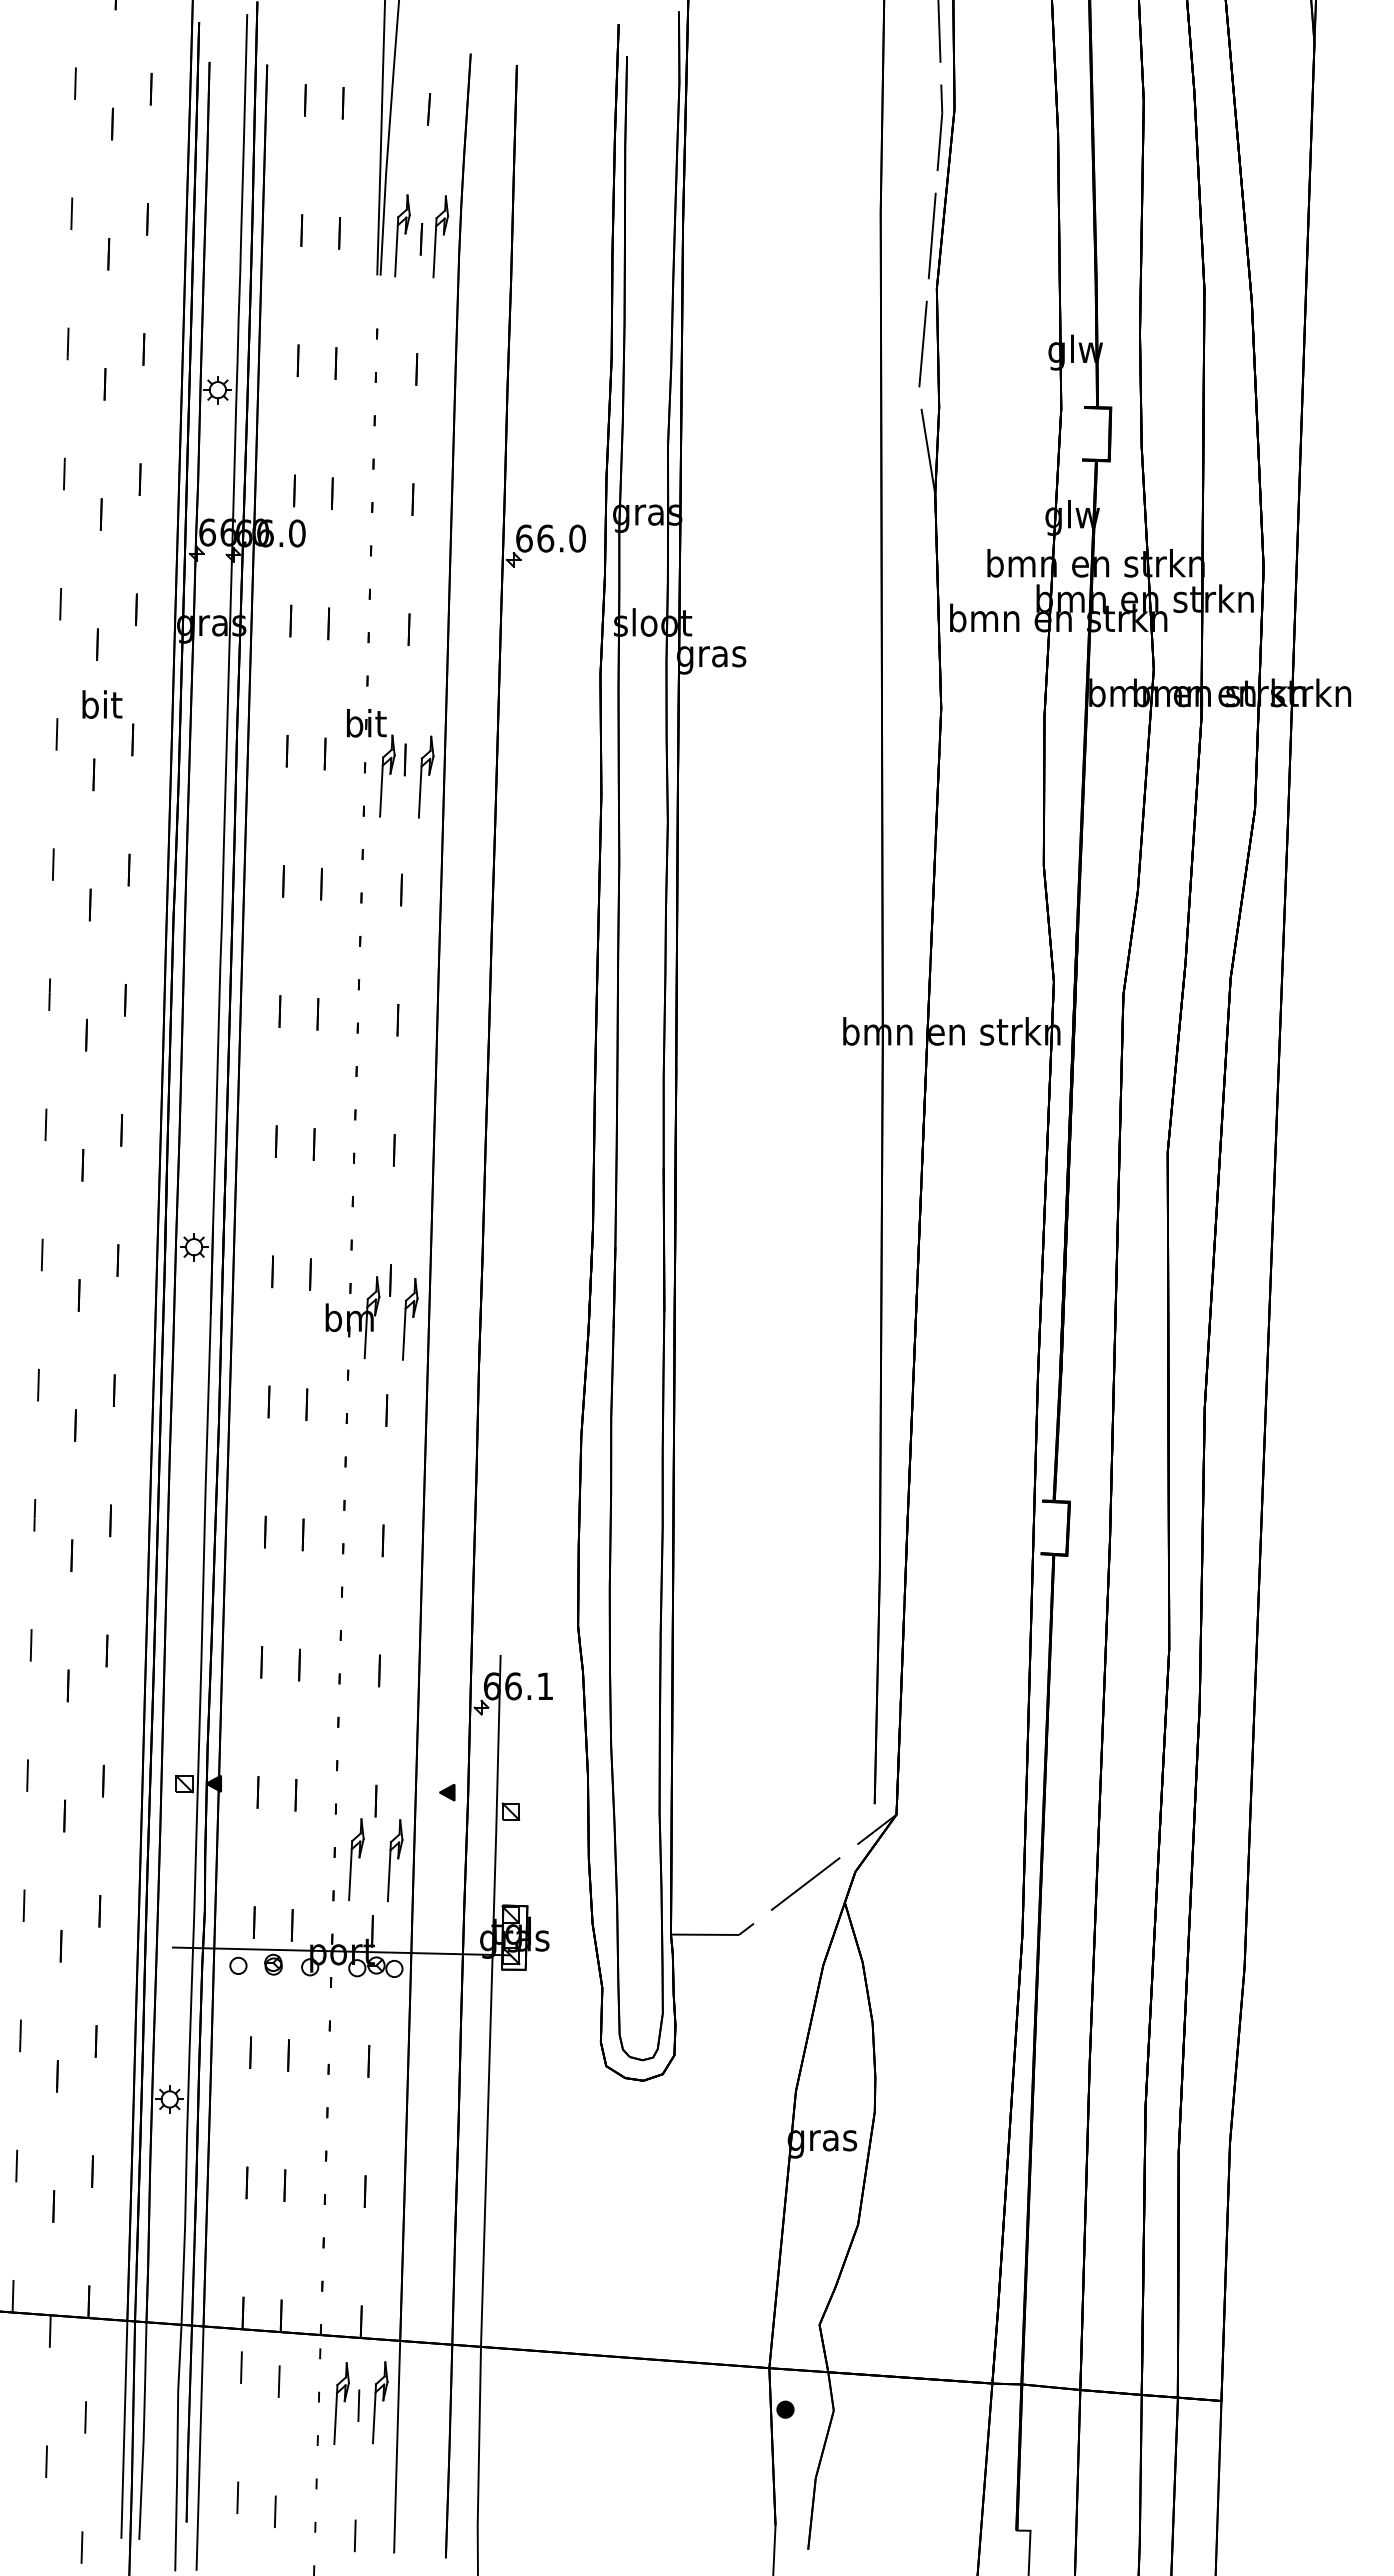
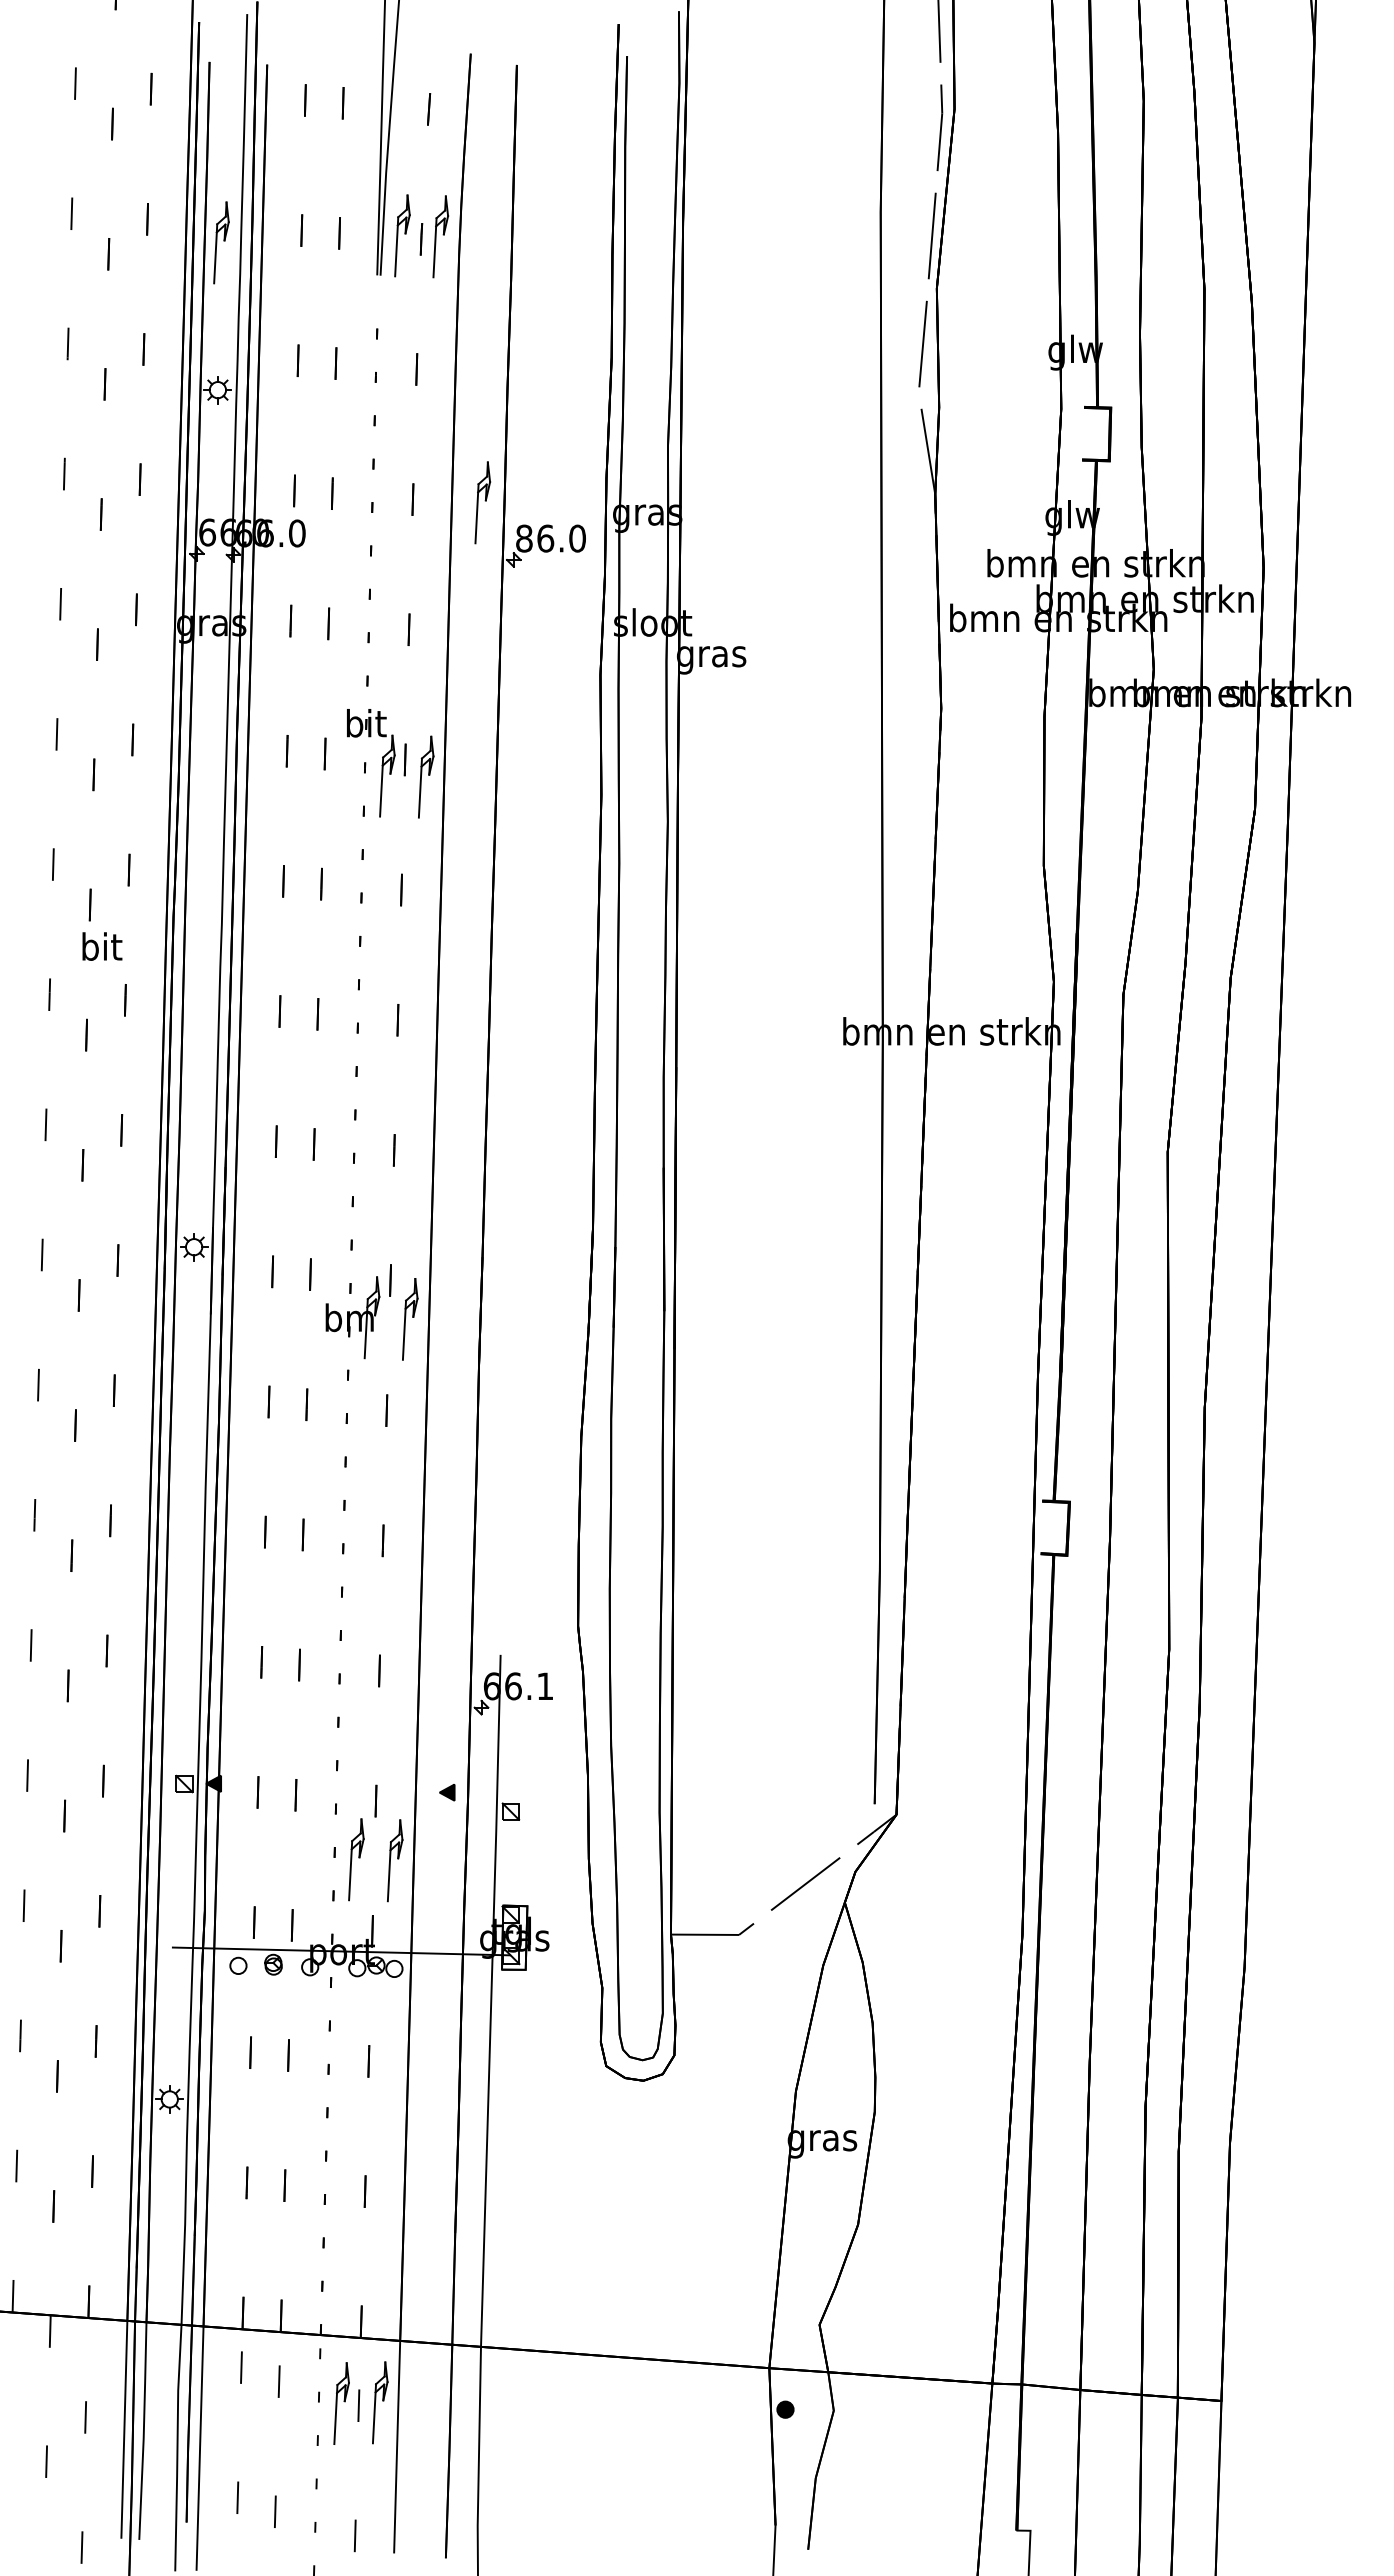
part at (221, 242): none -> present
part at (482, 502): none -> present
text at (524, 538): 66.0 -> 86.0
text at (102, 704) position: (102, 704) -> (102, 946)
